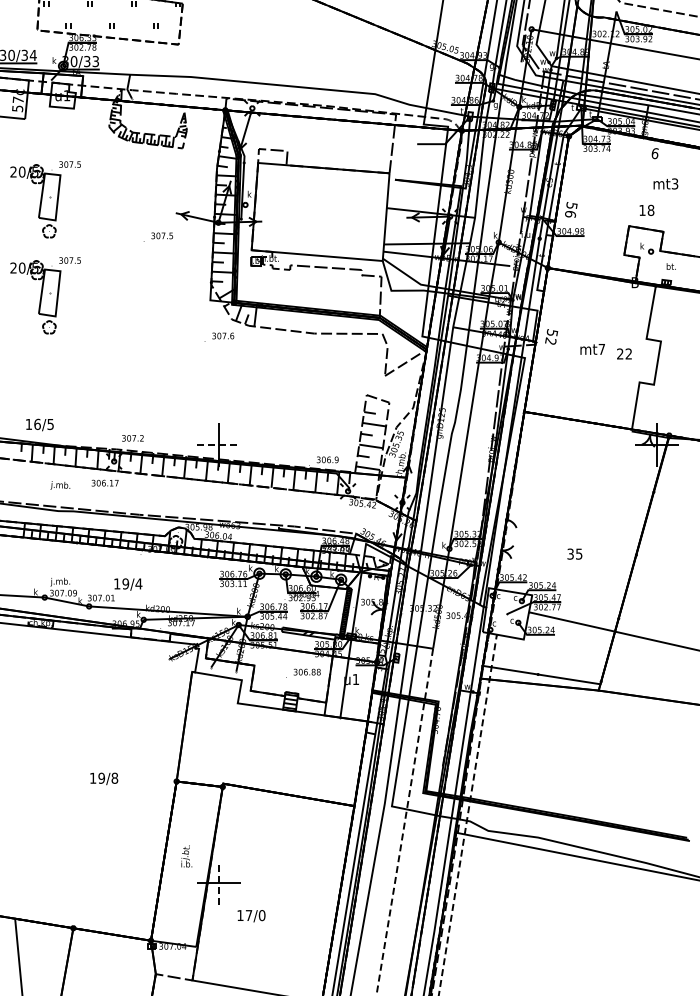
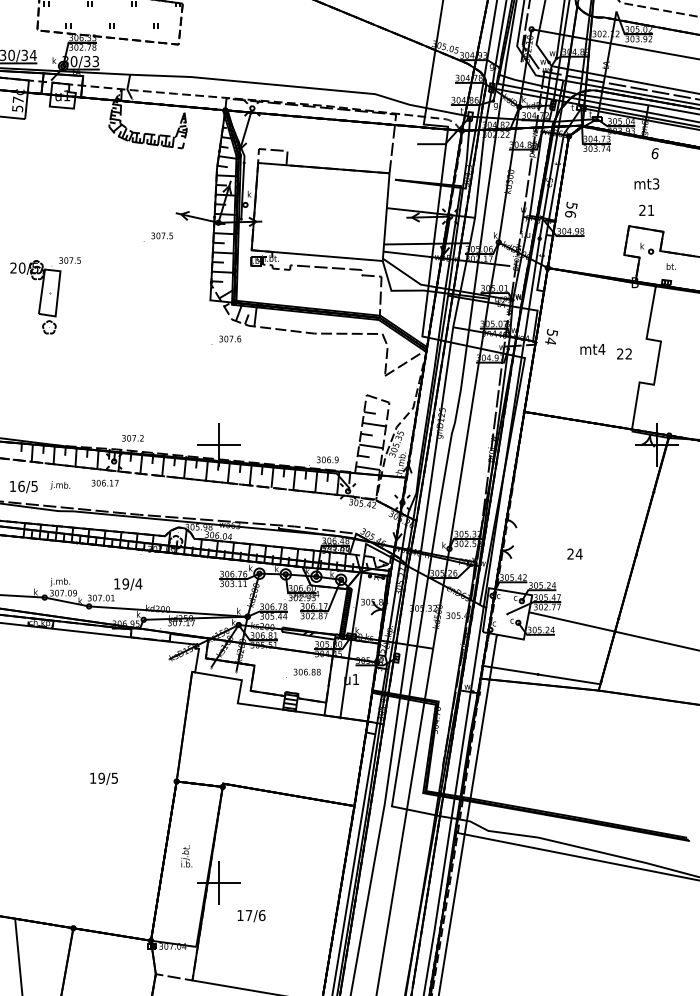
text at (665, 183) position: (665, 183) -> (646, 183)
part at (45, 199): present -> none
text at (646, 209): 18 -> 21
text at (219, 336) position: (219, 336) -> (226, 339)
text at (550, 340): 52 -> 54
text at (601, 349): mt7 -> mt4
text at (39, 424) position: (39, 424) -> (23, 486)
line at (219, 445): dashed -> solid
text at (574, 553): 35 -> 24
text at (114, 777): 19/8 -> 19/5
line at (467, 815): dashed -> solid
line at (404, 822): dashed -> solid
line at (219, 882): dashed -> solid
text at (262, 915): 17/0 -> 17/6
